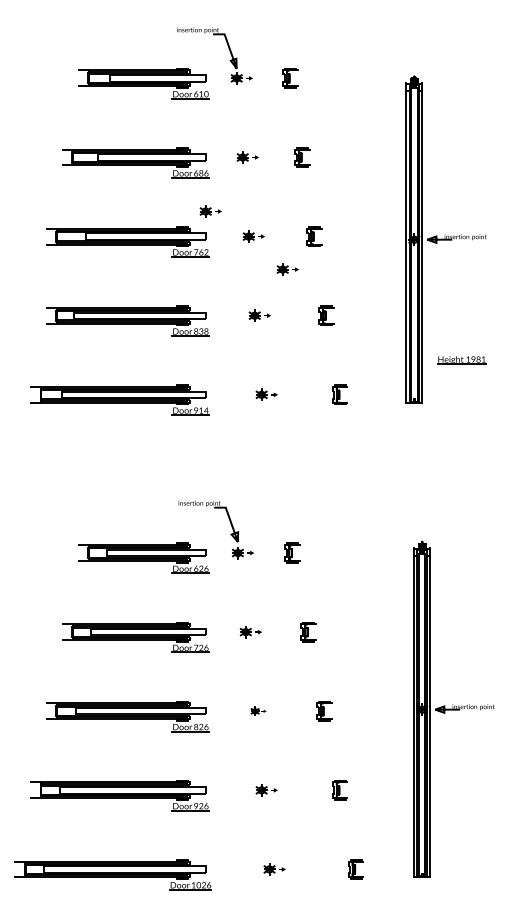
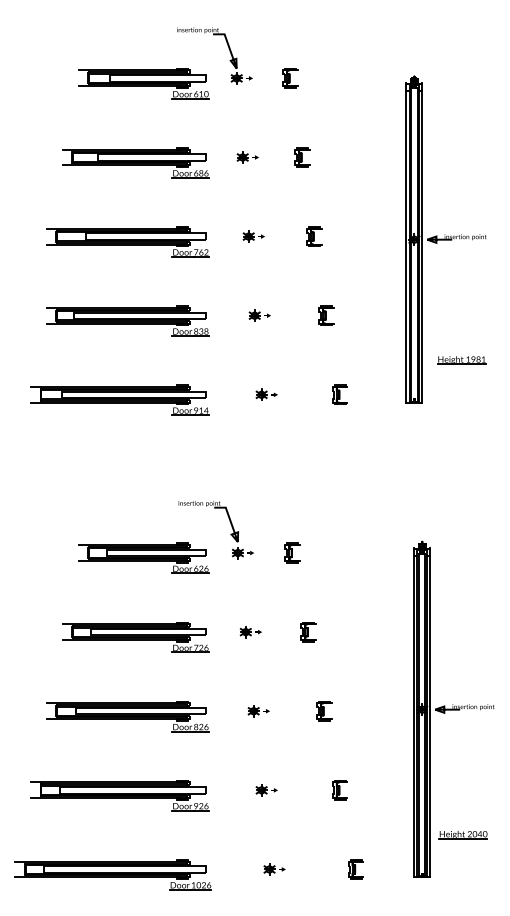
part at (210, 211): present -> none
part at (287, 269): present -> none
part at (258, 710) size: 17x10 px -> 23x13 px
part at (462, 835): none -> present
